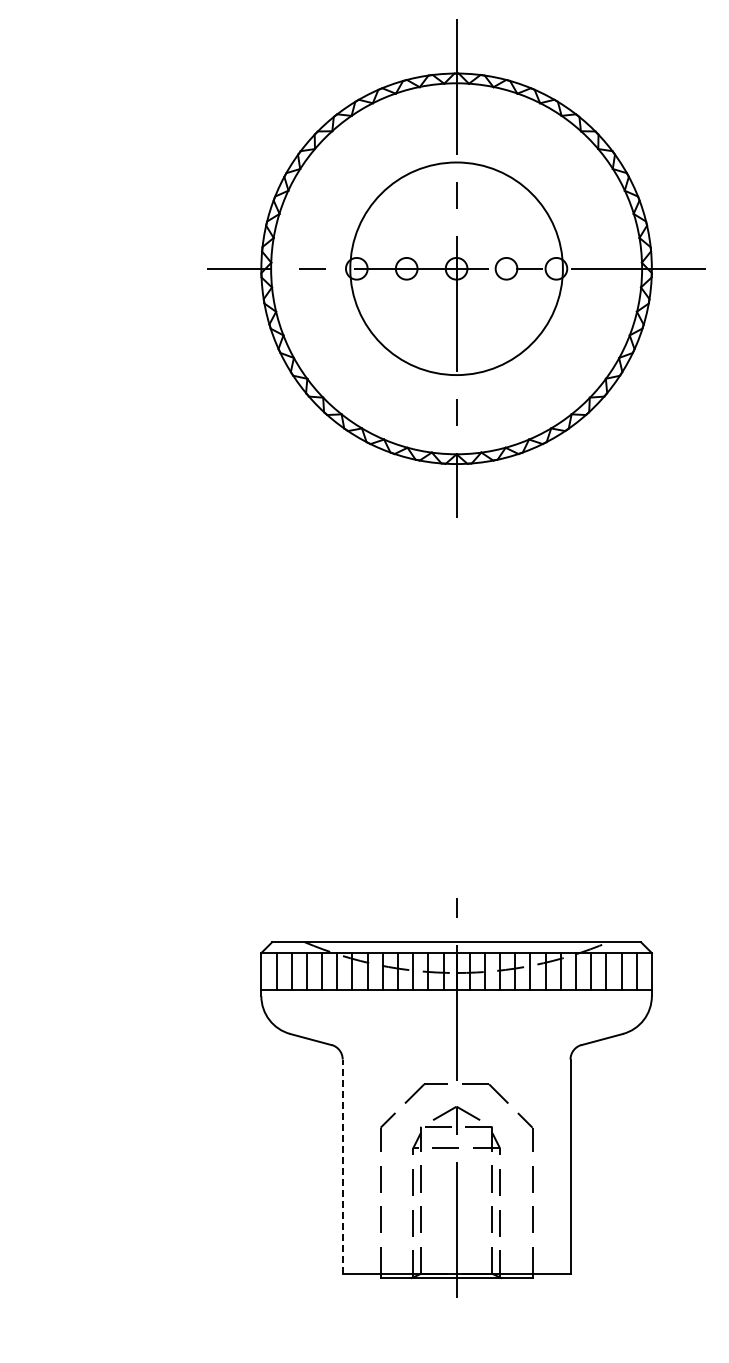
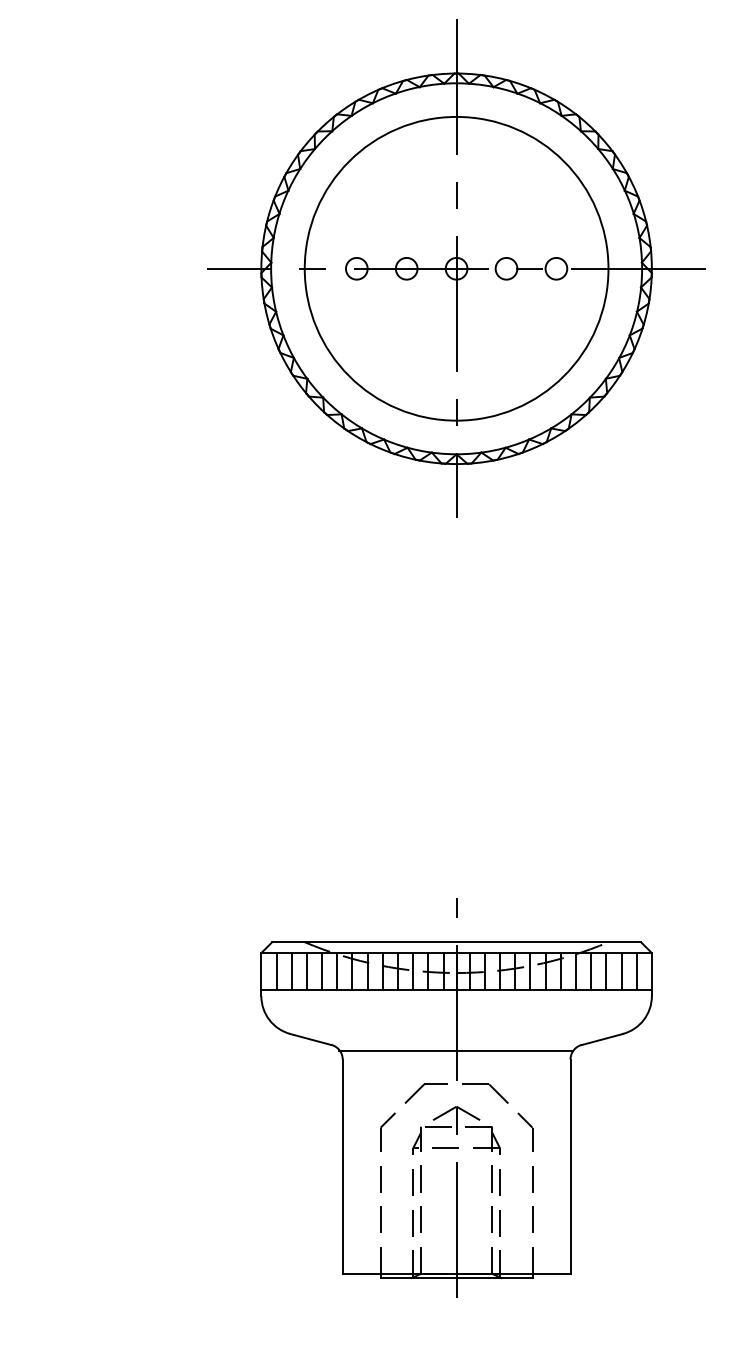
circle at (456, 268) diameter: 213 px -> 304 px
line at (456, 1050): none -> present
line at (342, 1166): dashed -> solid
